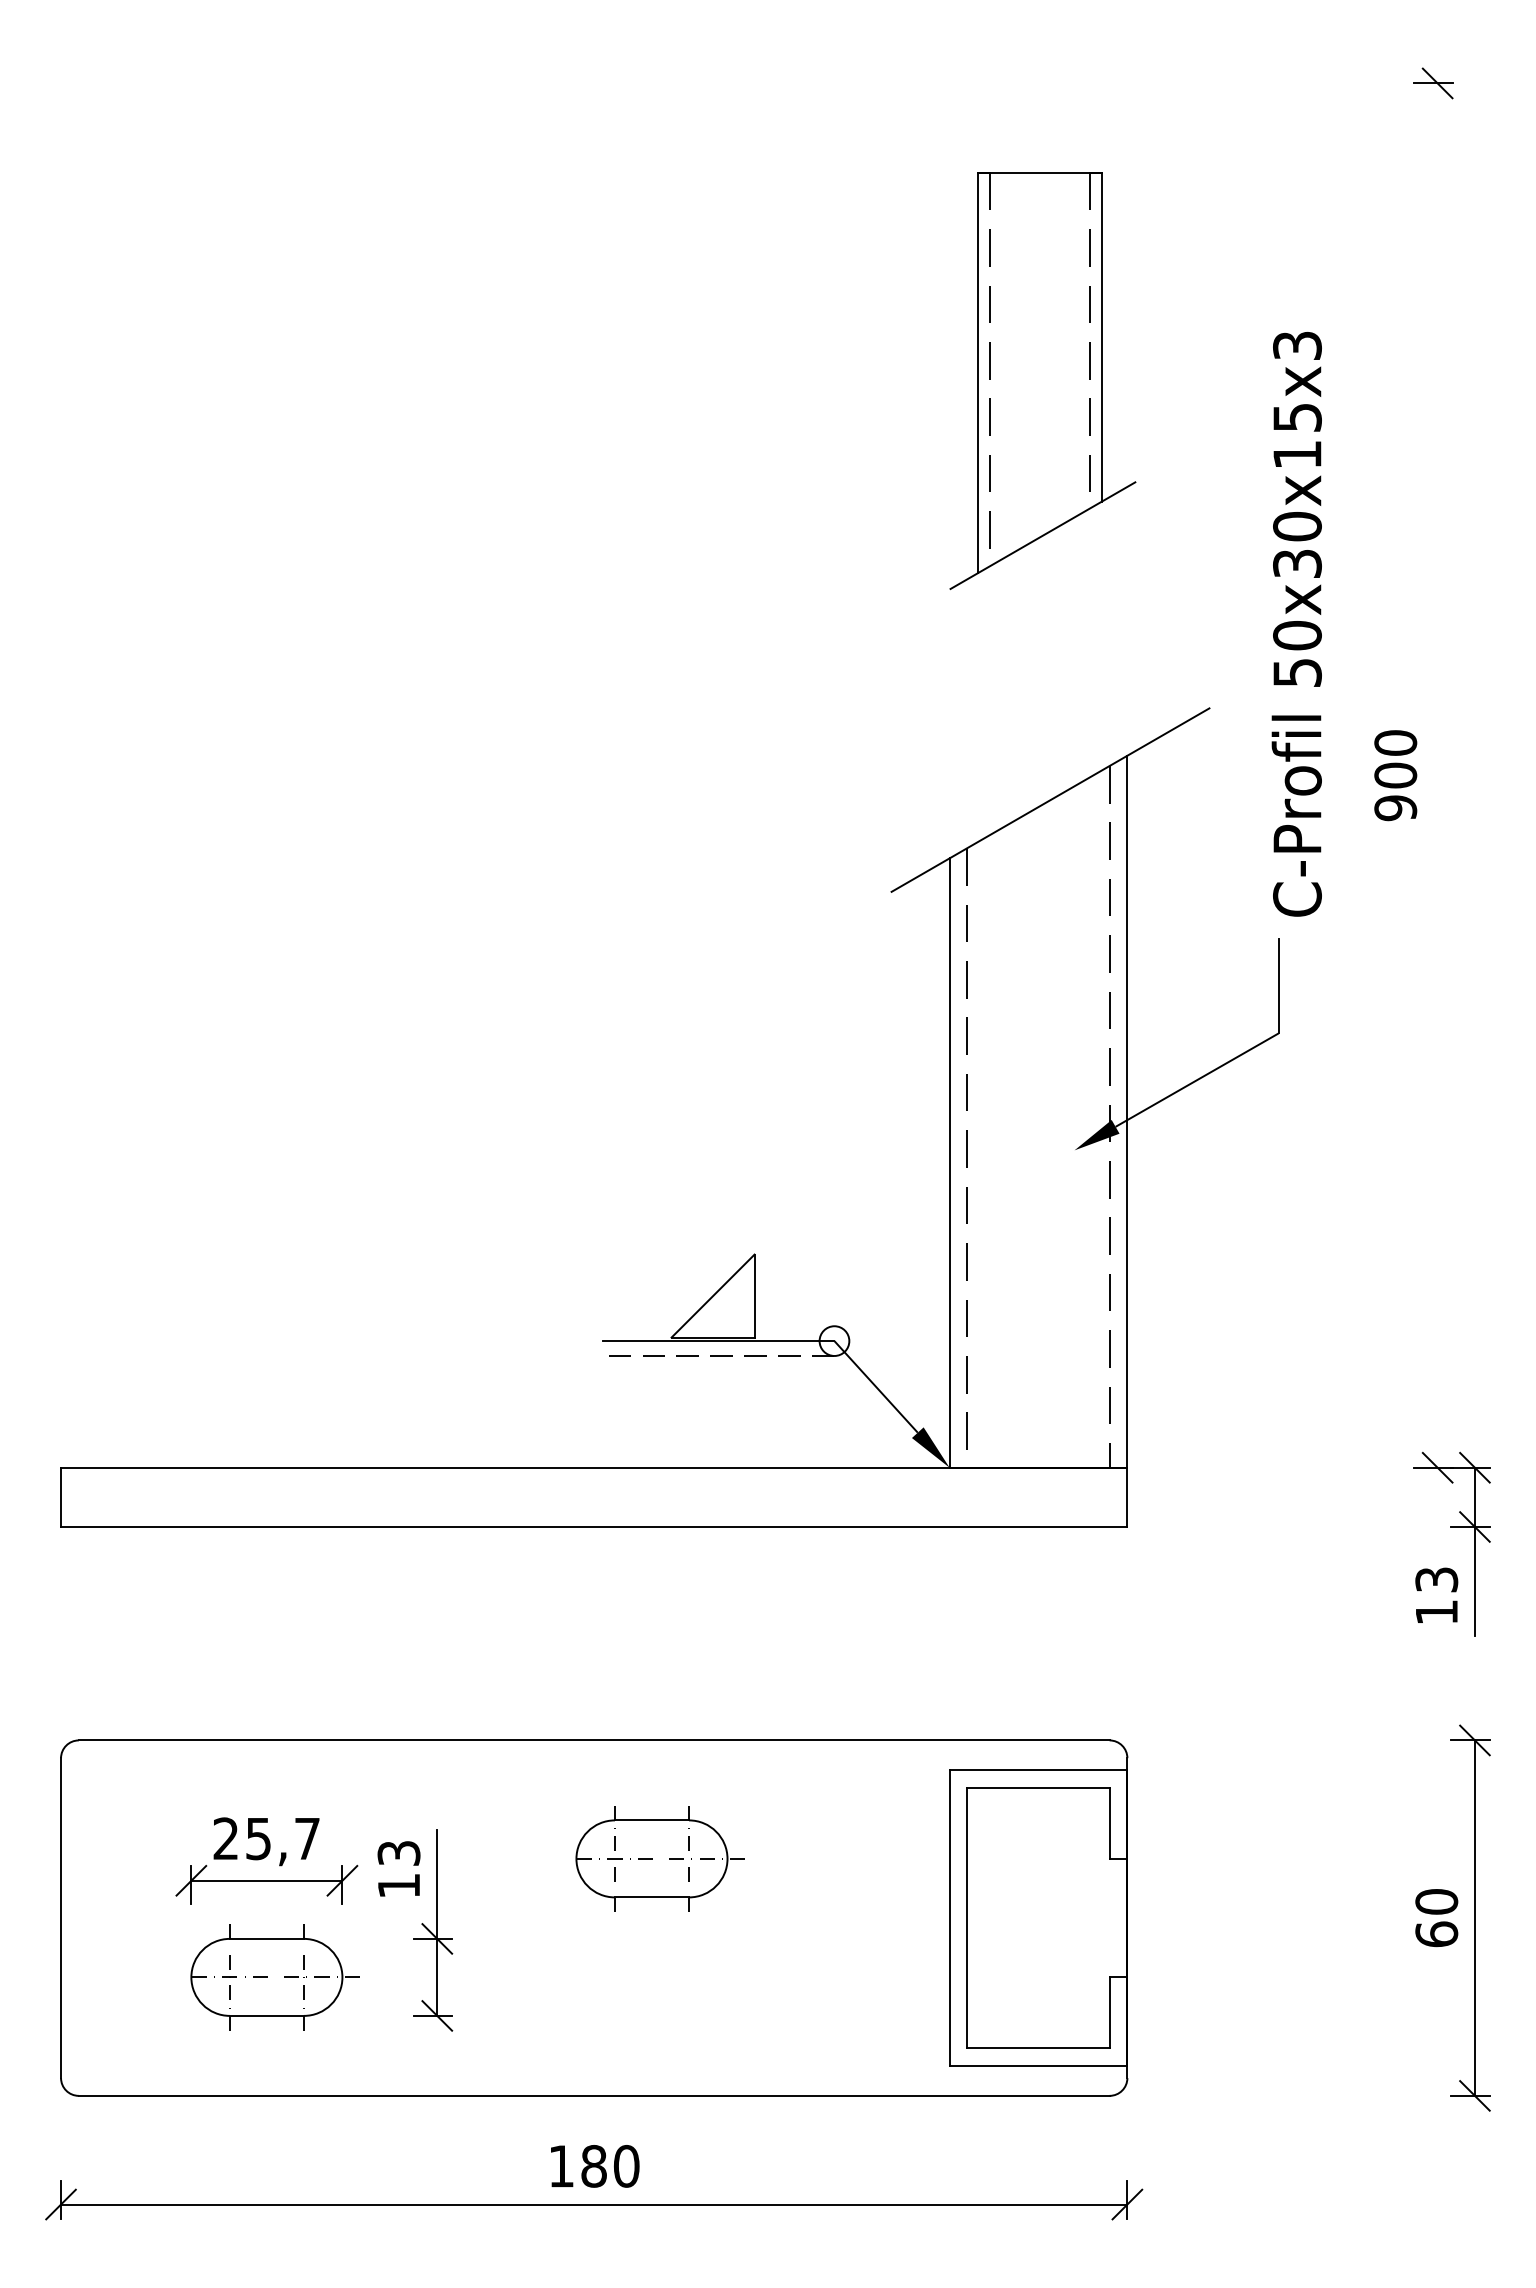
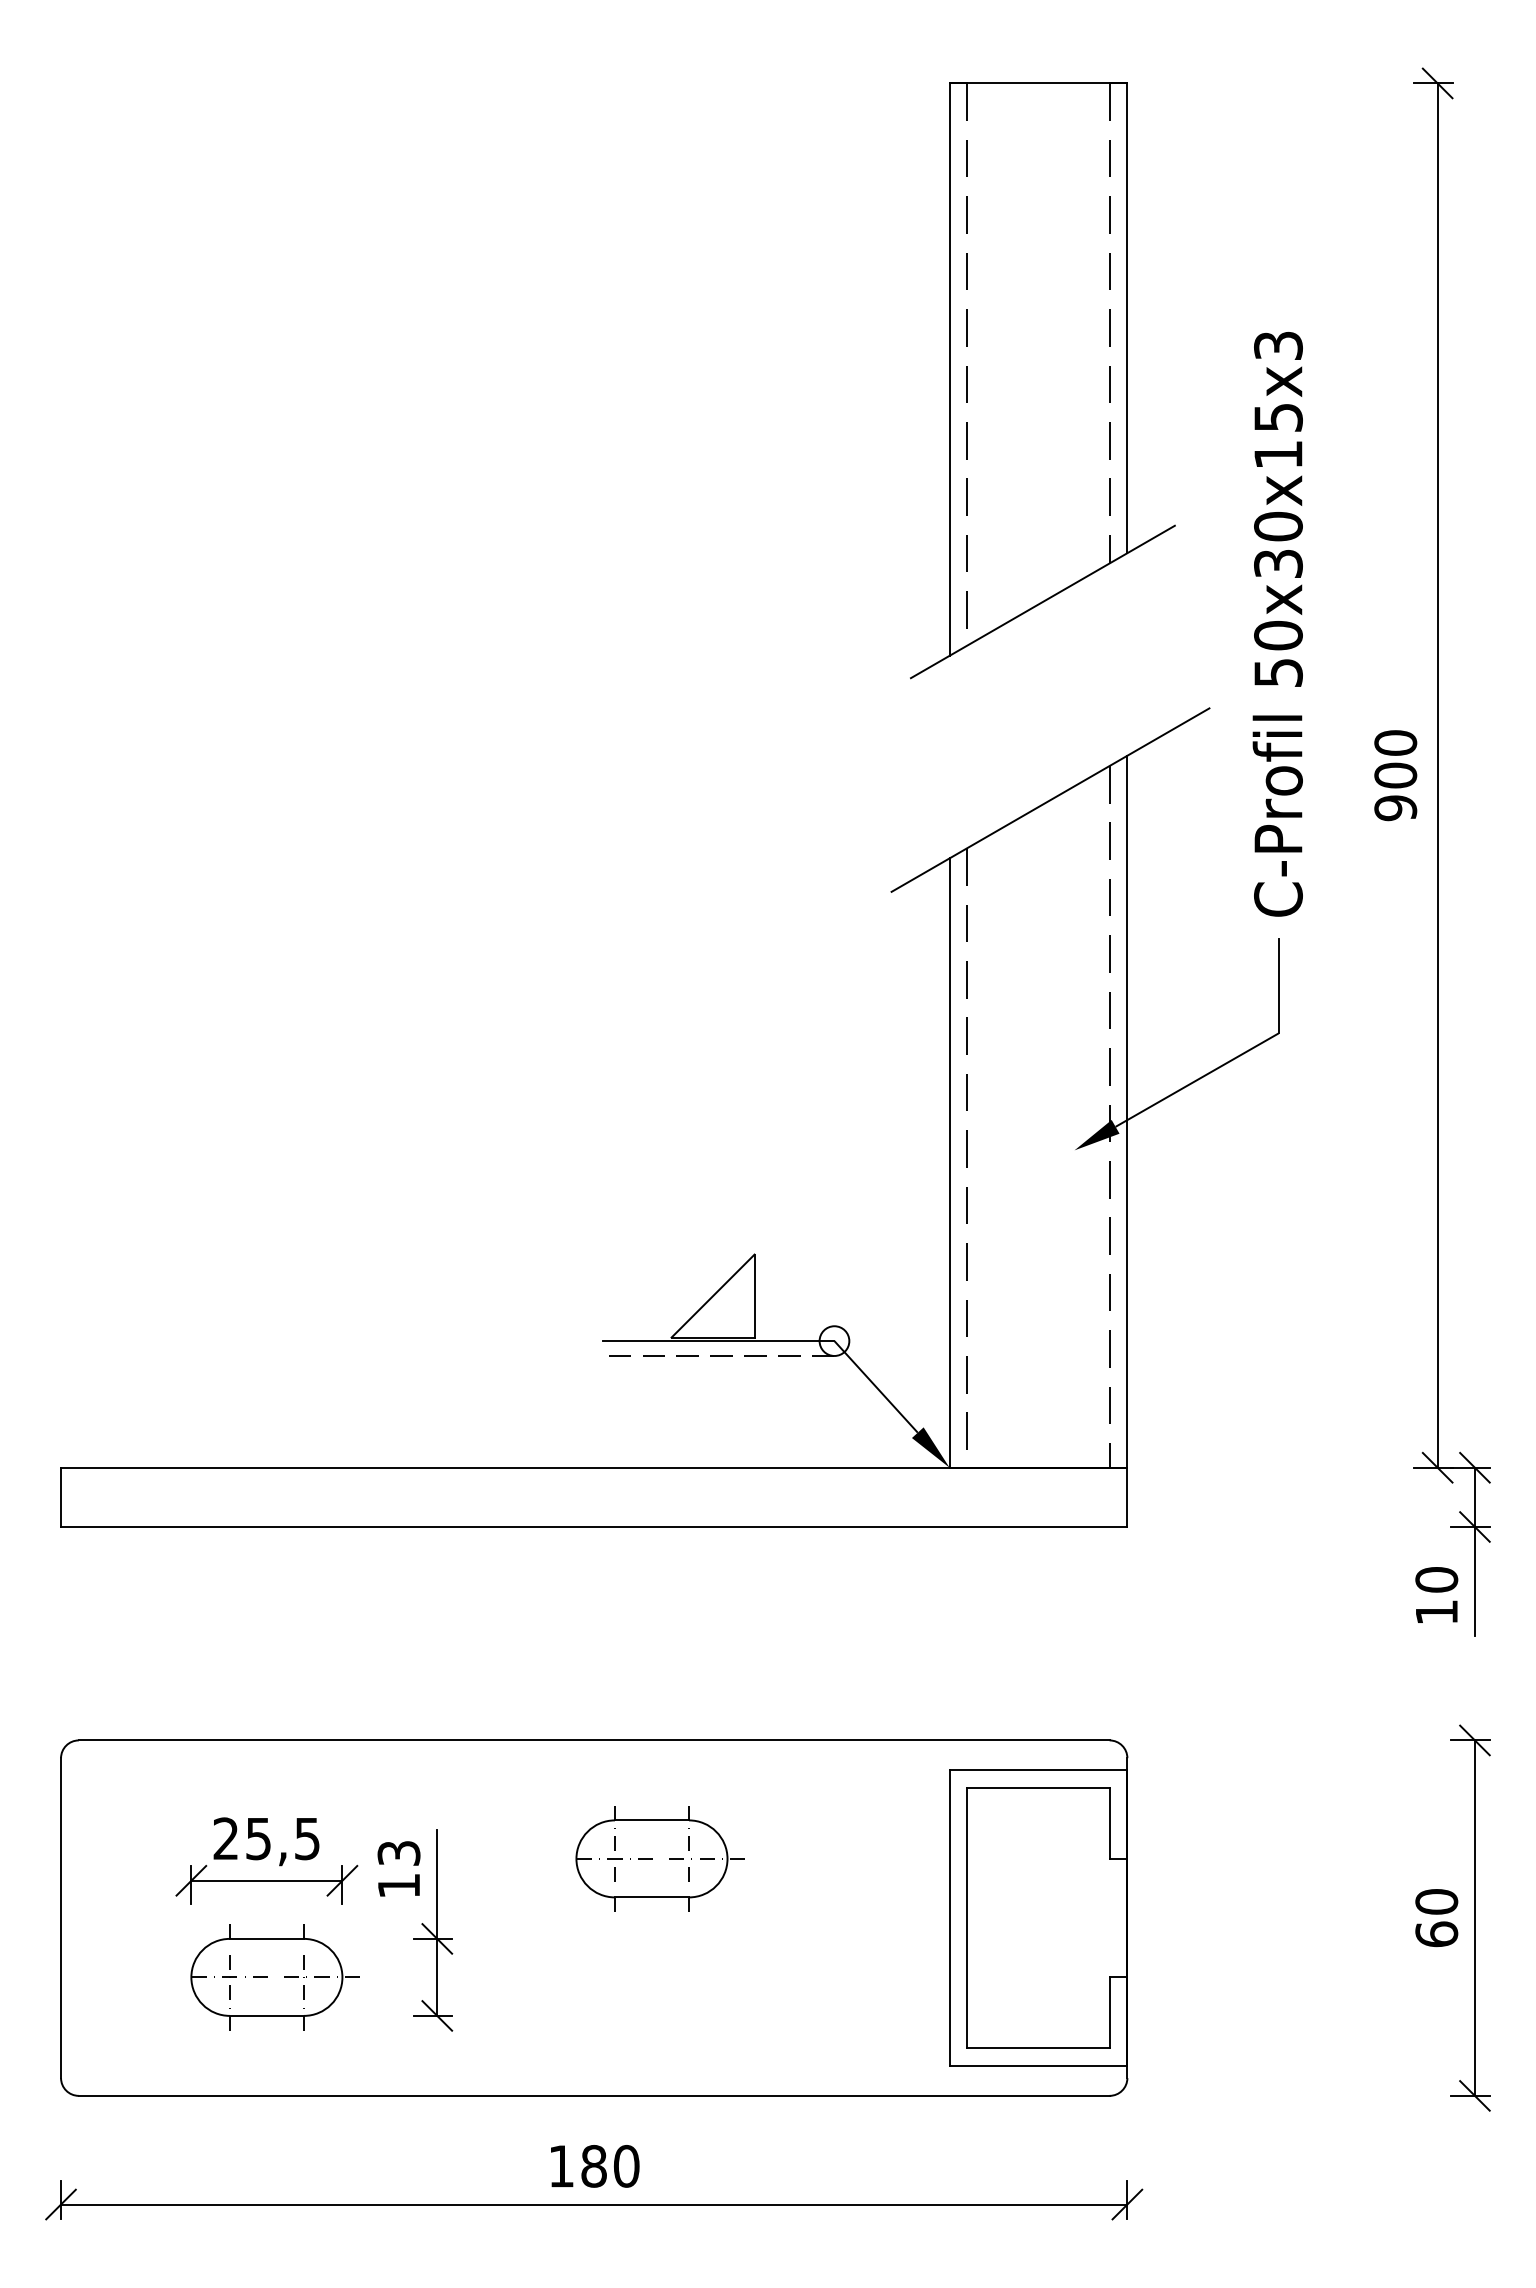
part at (1042, 380) size: 188x418 px -> 266x598 px
text at (1296, 624) position: (1296, 624) -> (1277, 624)
line at (1437, 775): none -> present
text at (1436, 1579): 13 -> 10
text at (307, 1839): 25,7 -> 25,5
